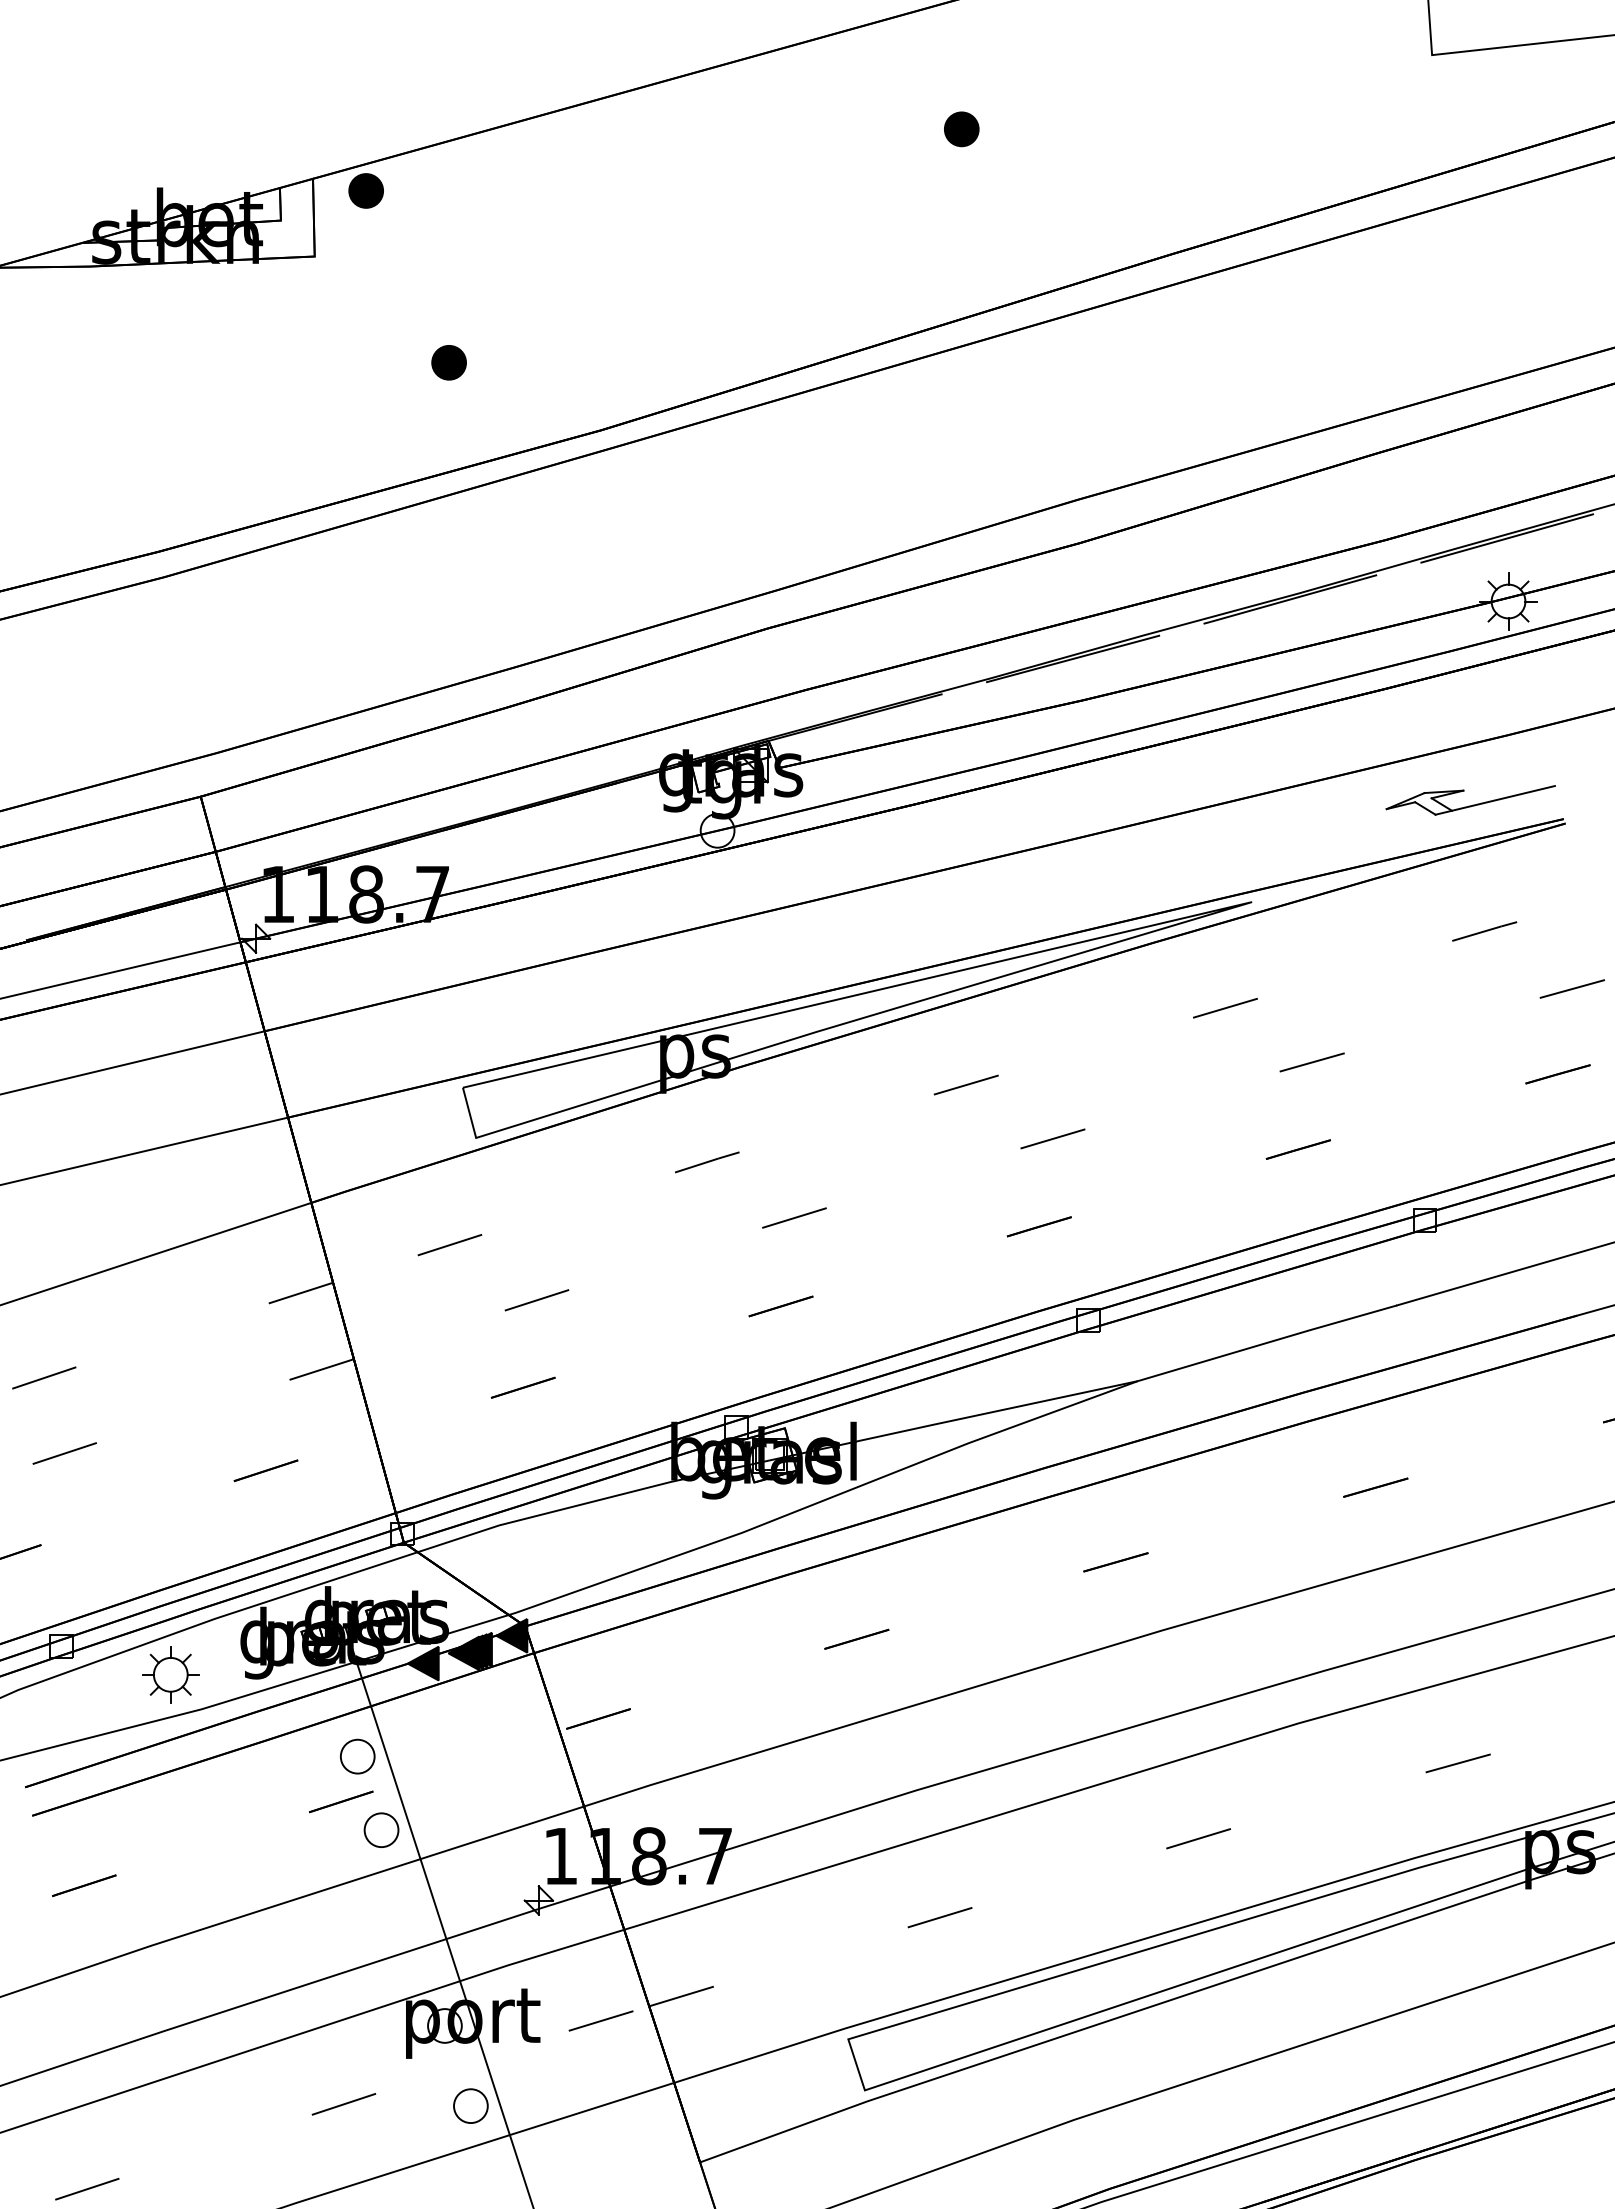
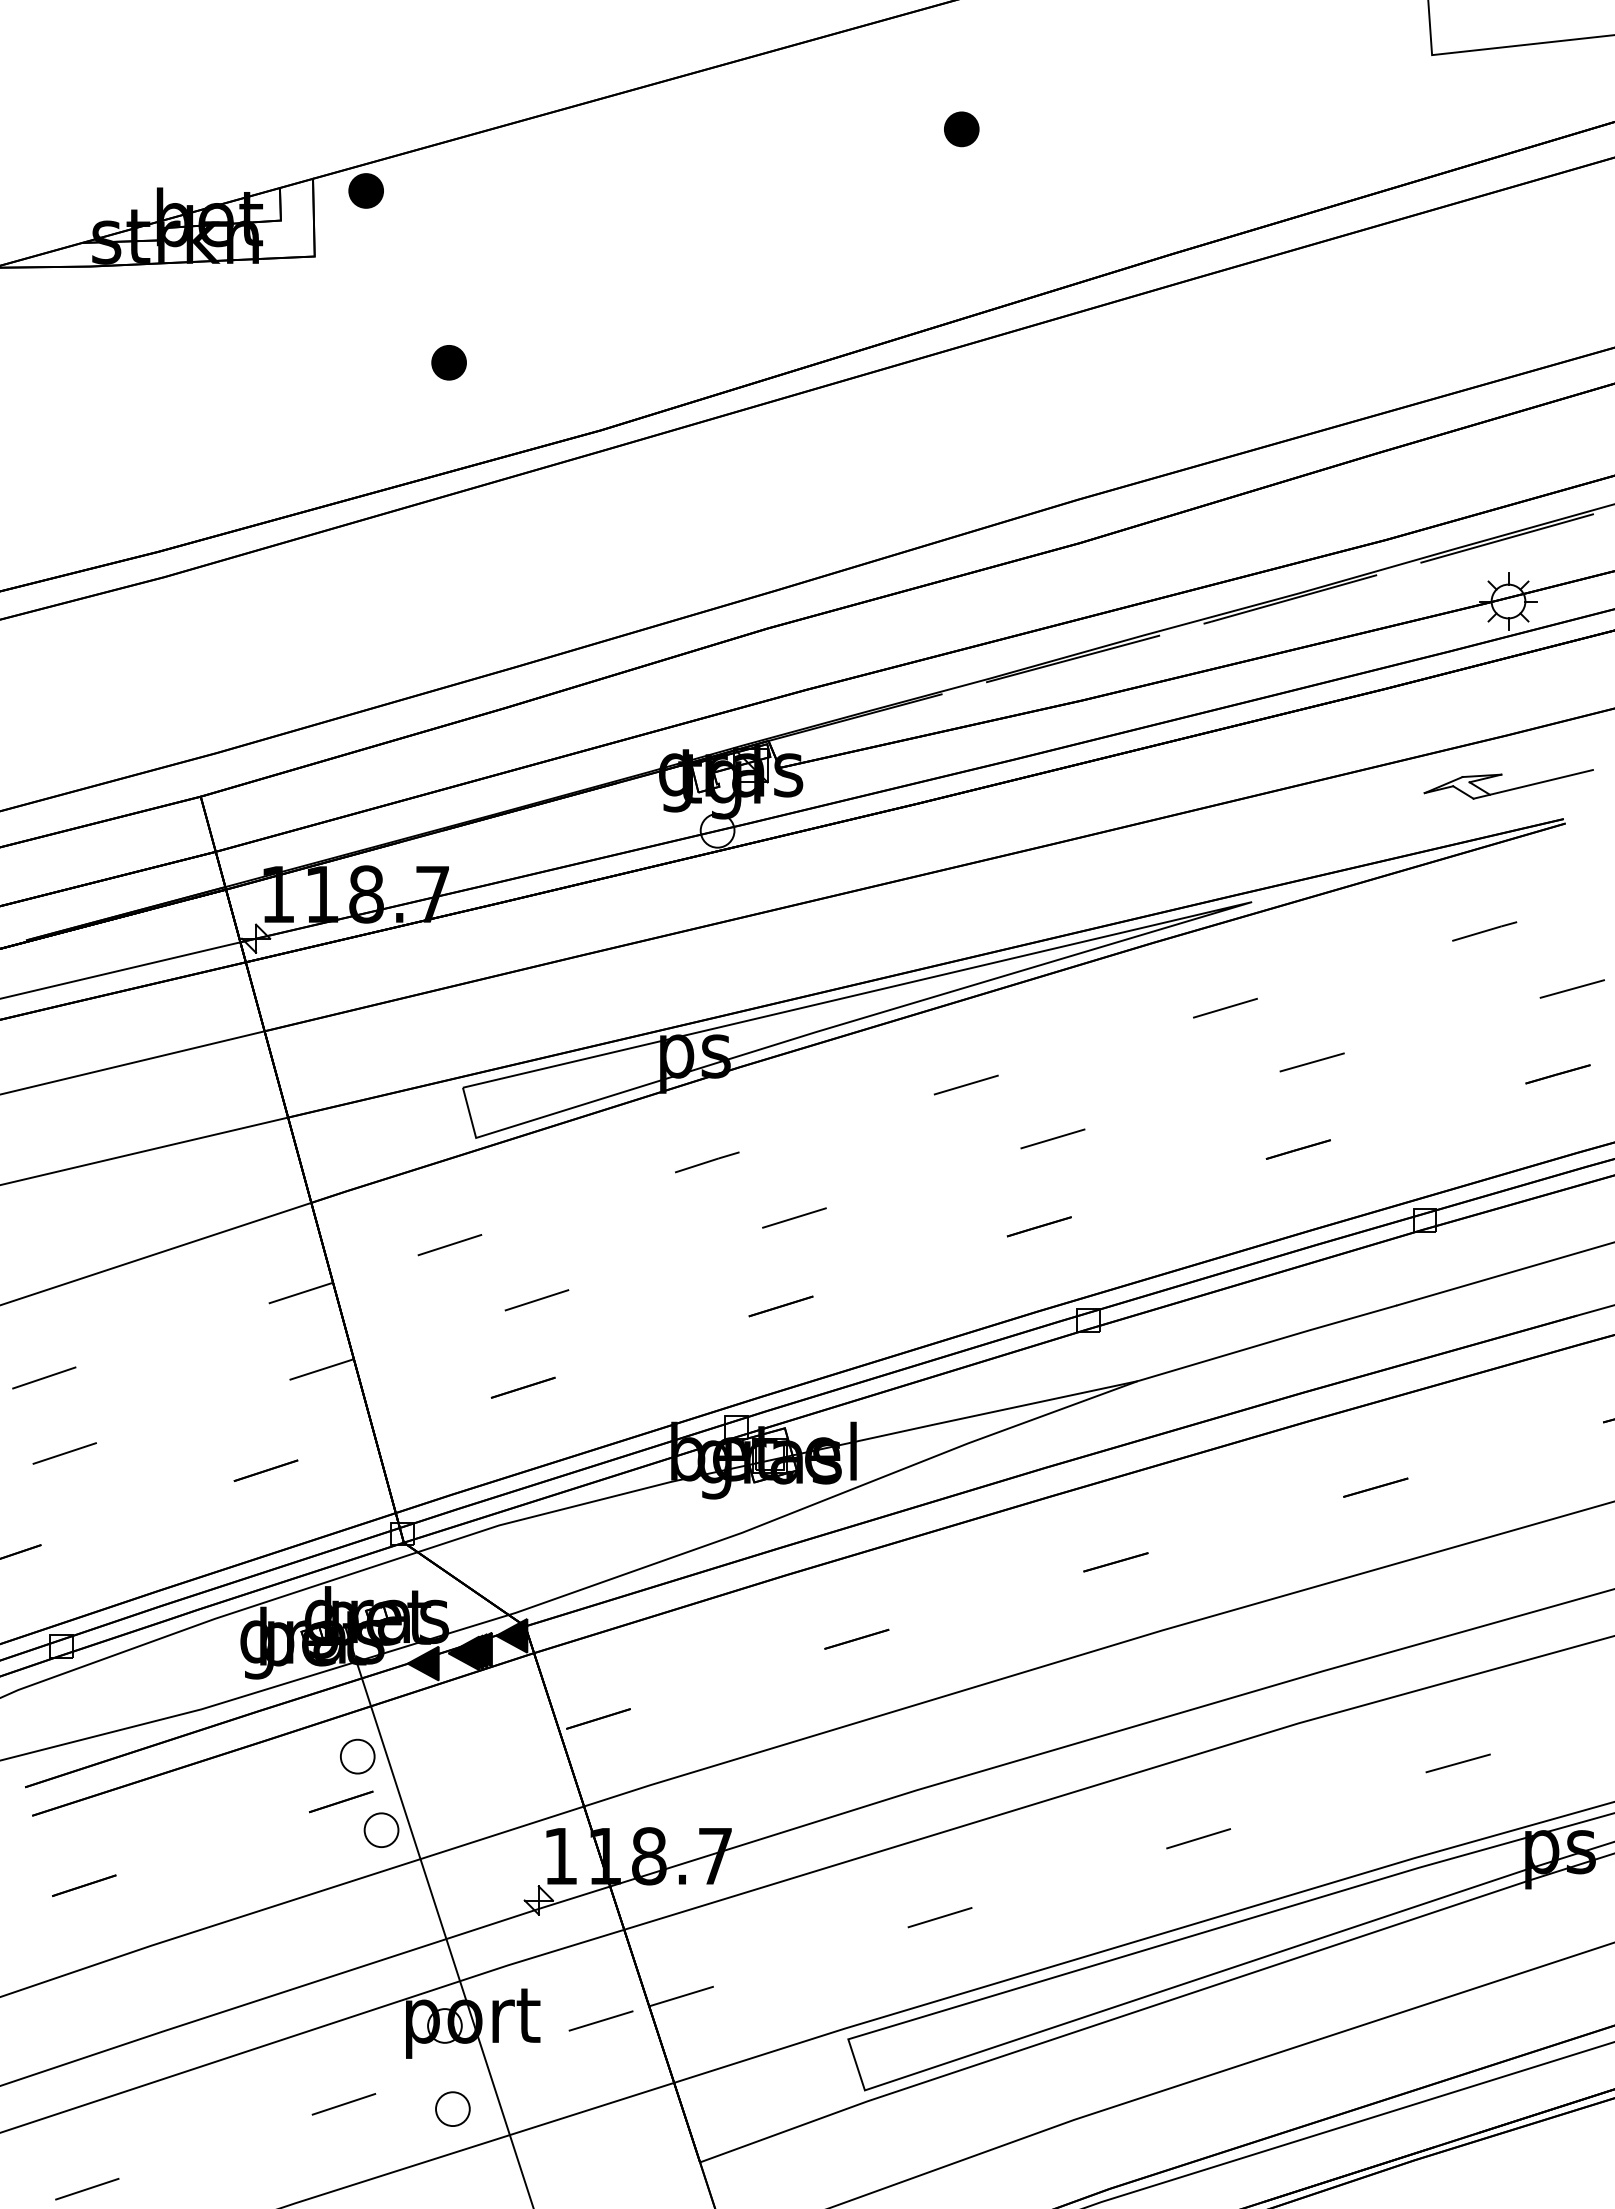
part at (1470, 800) position: (1470, 800) -> (1508, 784)
part at (170, 1674): present -> none
part at (470, 2105) position: (470, 2105) -> (452, 2108)
